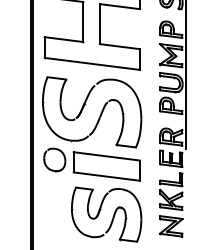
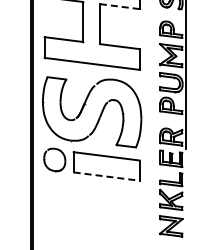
line at (119, 6): solid -> dashed
line at (107, 176): solid -> dashed
part at (106, 214): present -> none
